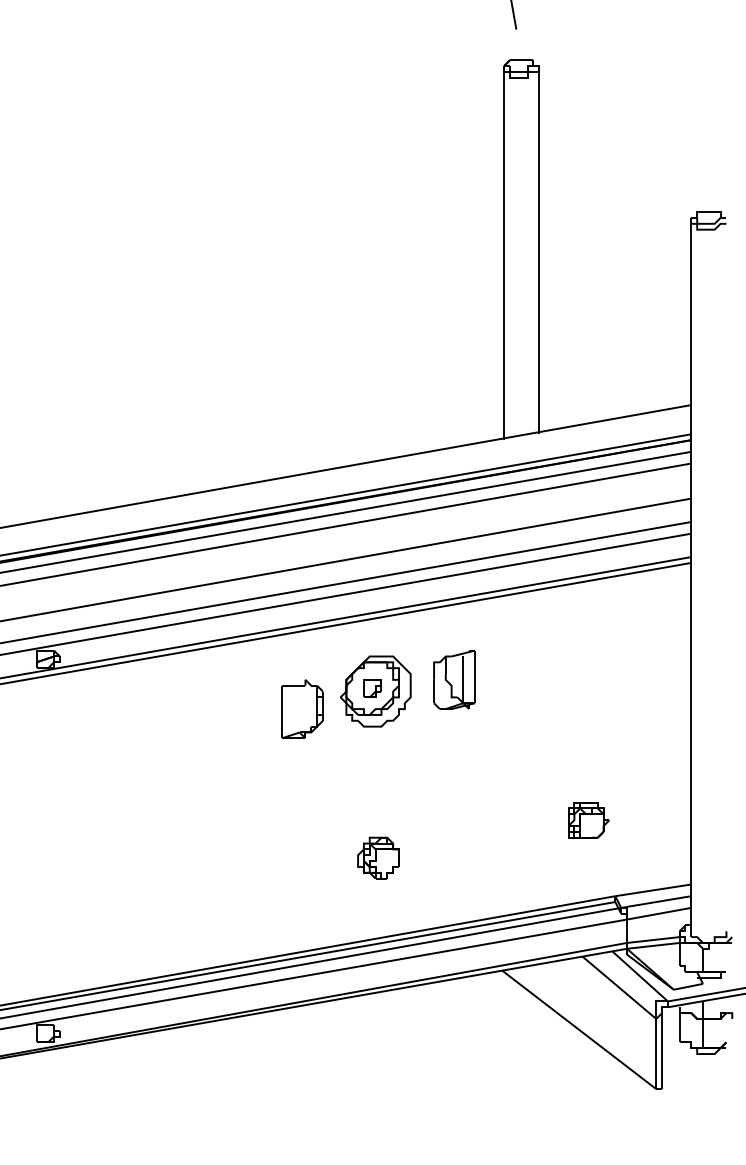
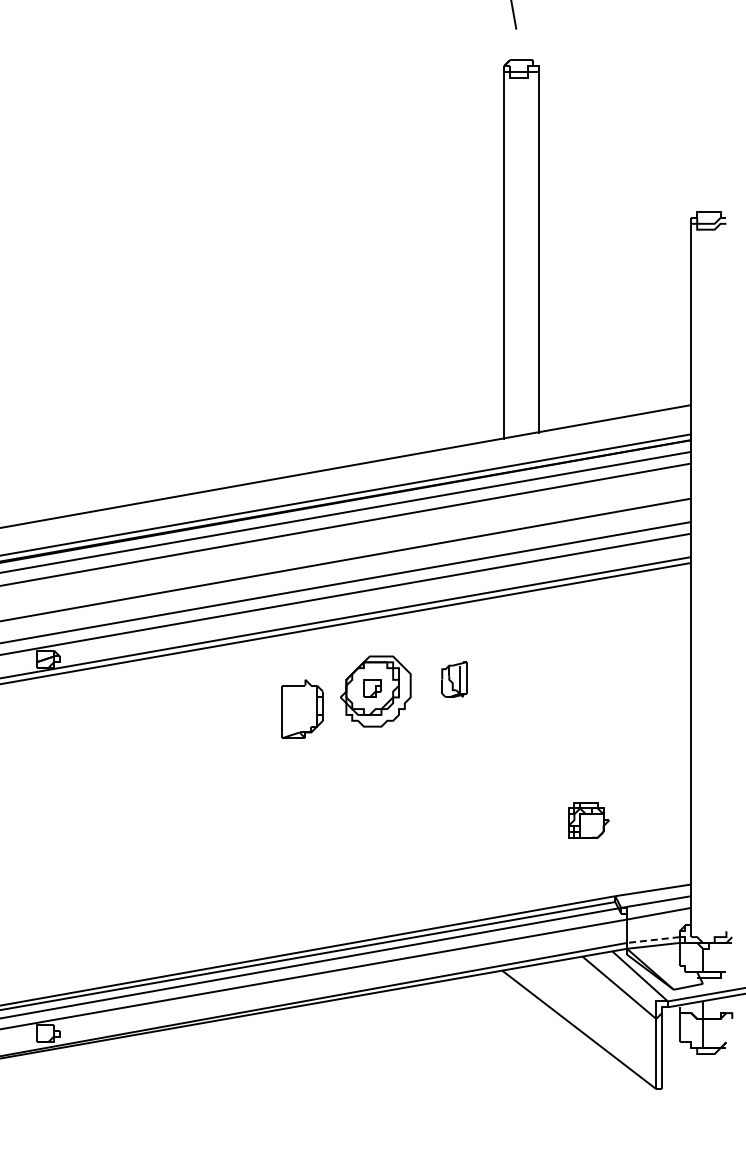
part at (454, 679) size: 43x61 px -> 27x37 px
part at (378, 857): present -> none
line at (652, 940): solid -> dashed
